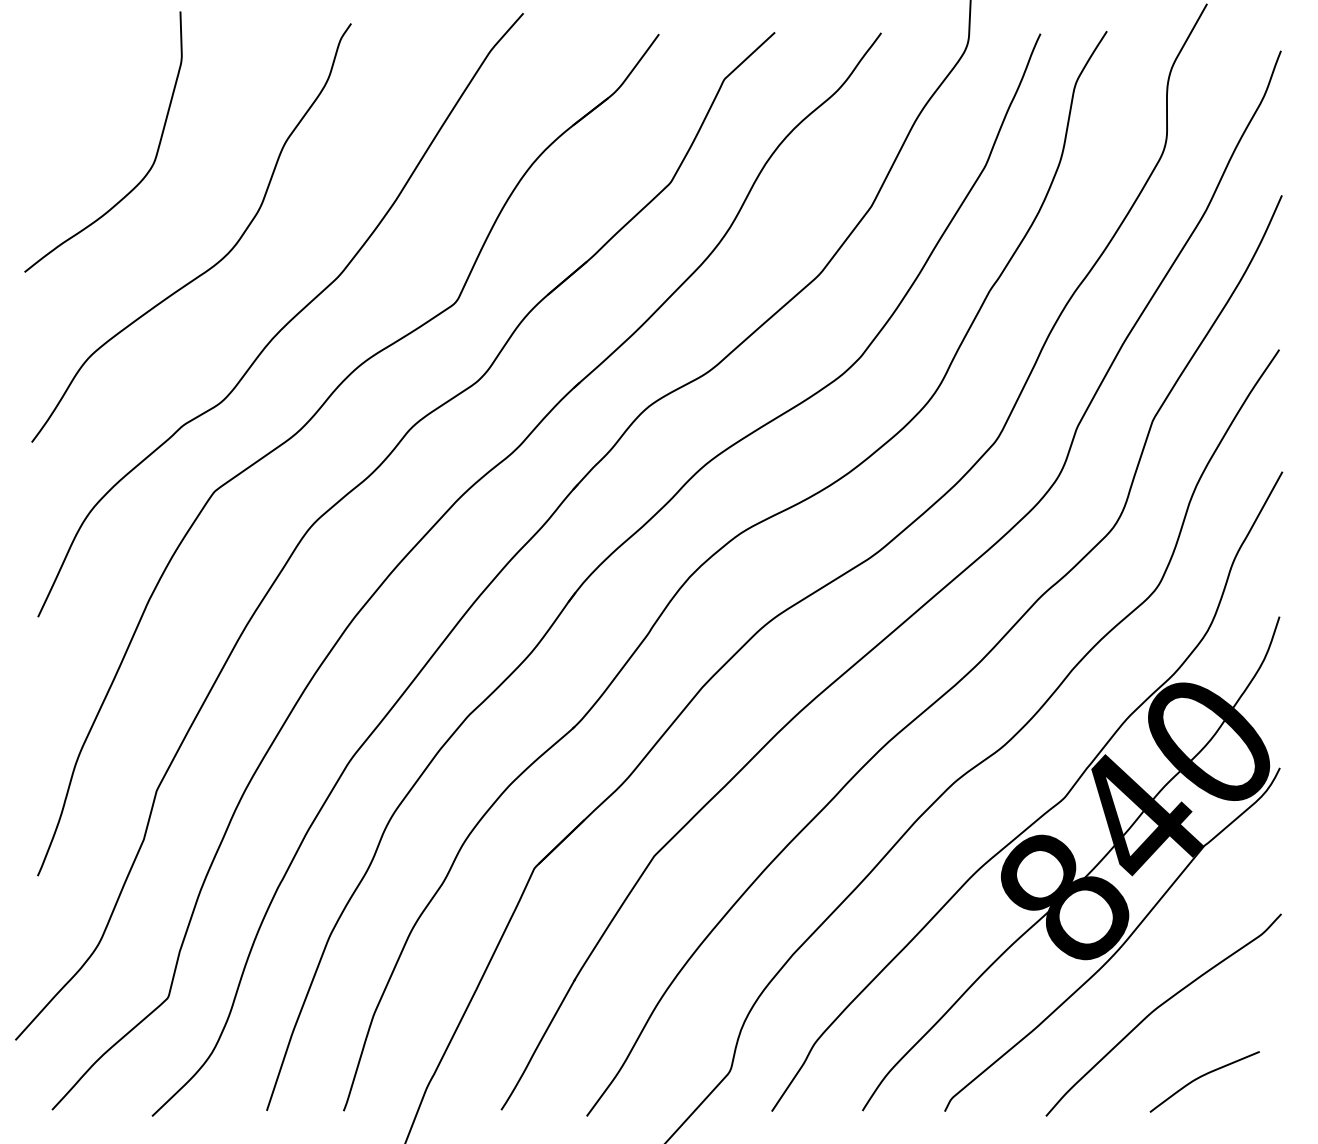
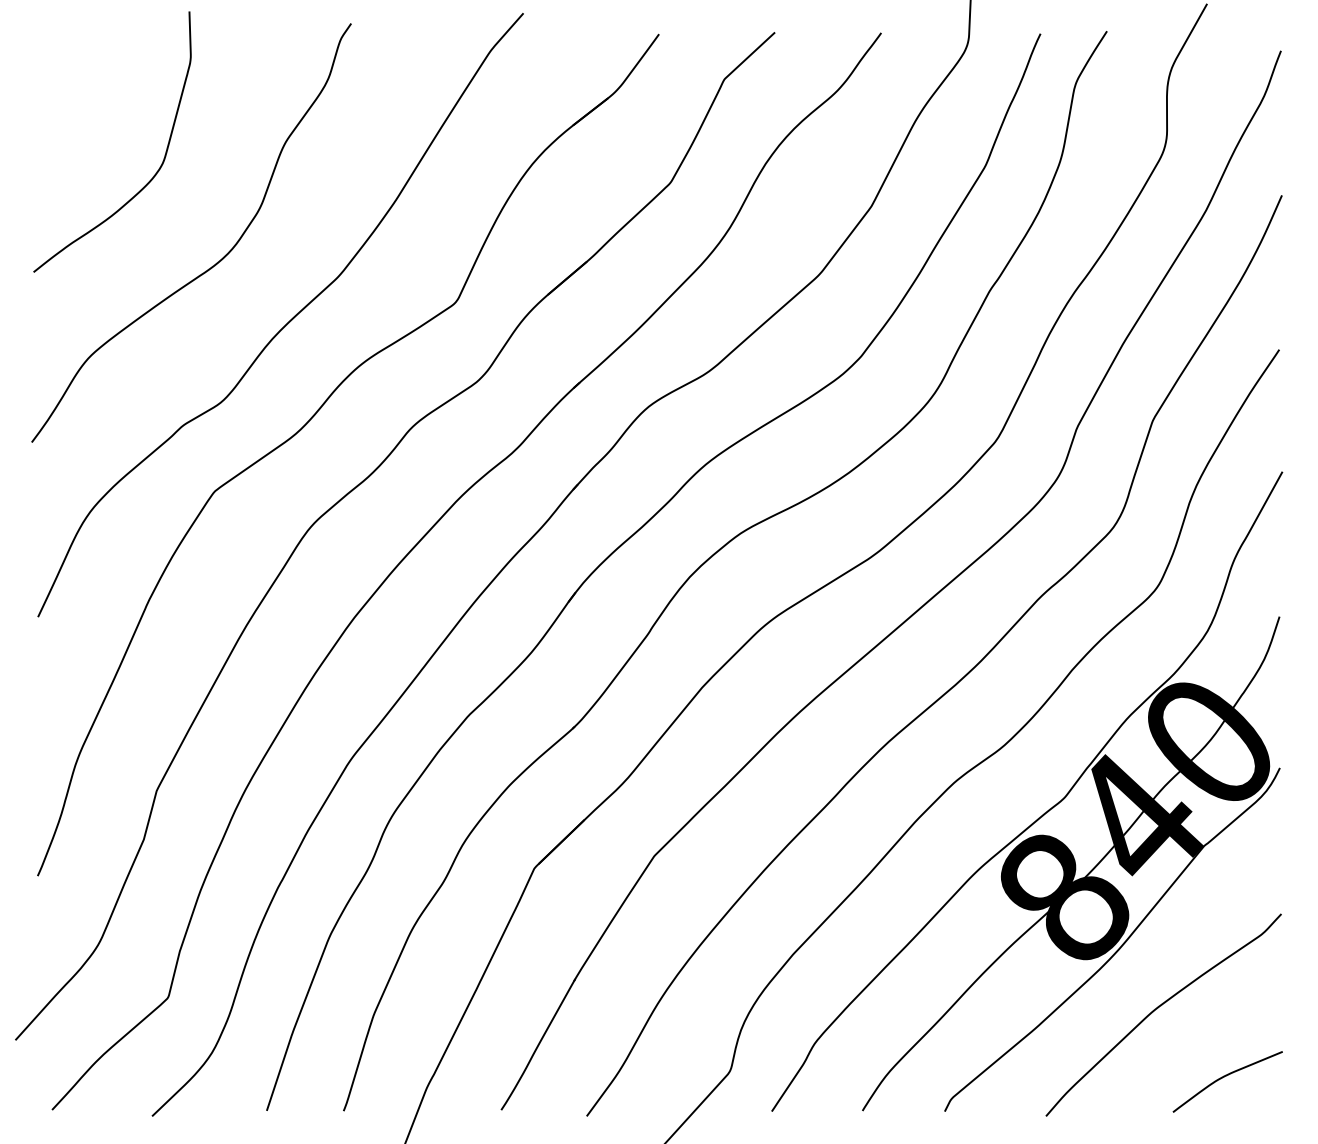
curve at (147, 171) position: (147, 171) -> (156, 171)
curve at (1201, 1077) position: (1201, 1077) -> (1224, 1077)
